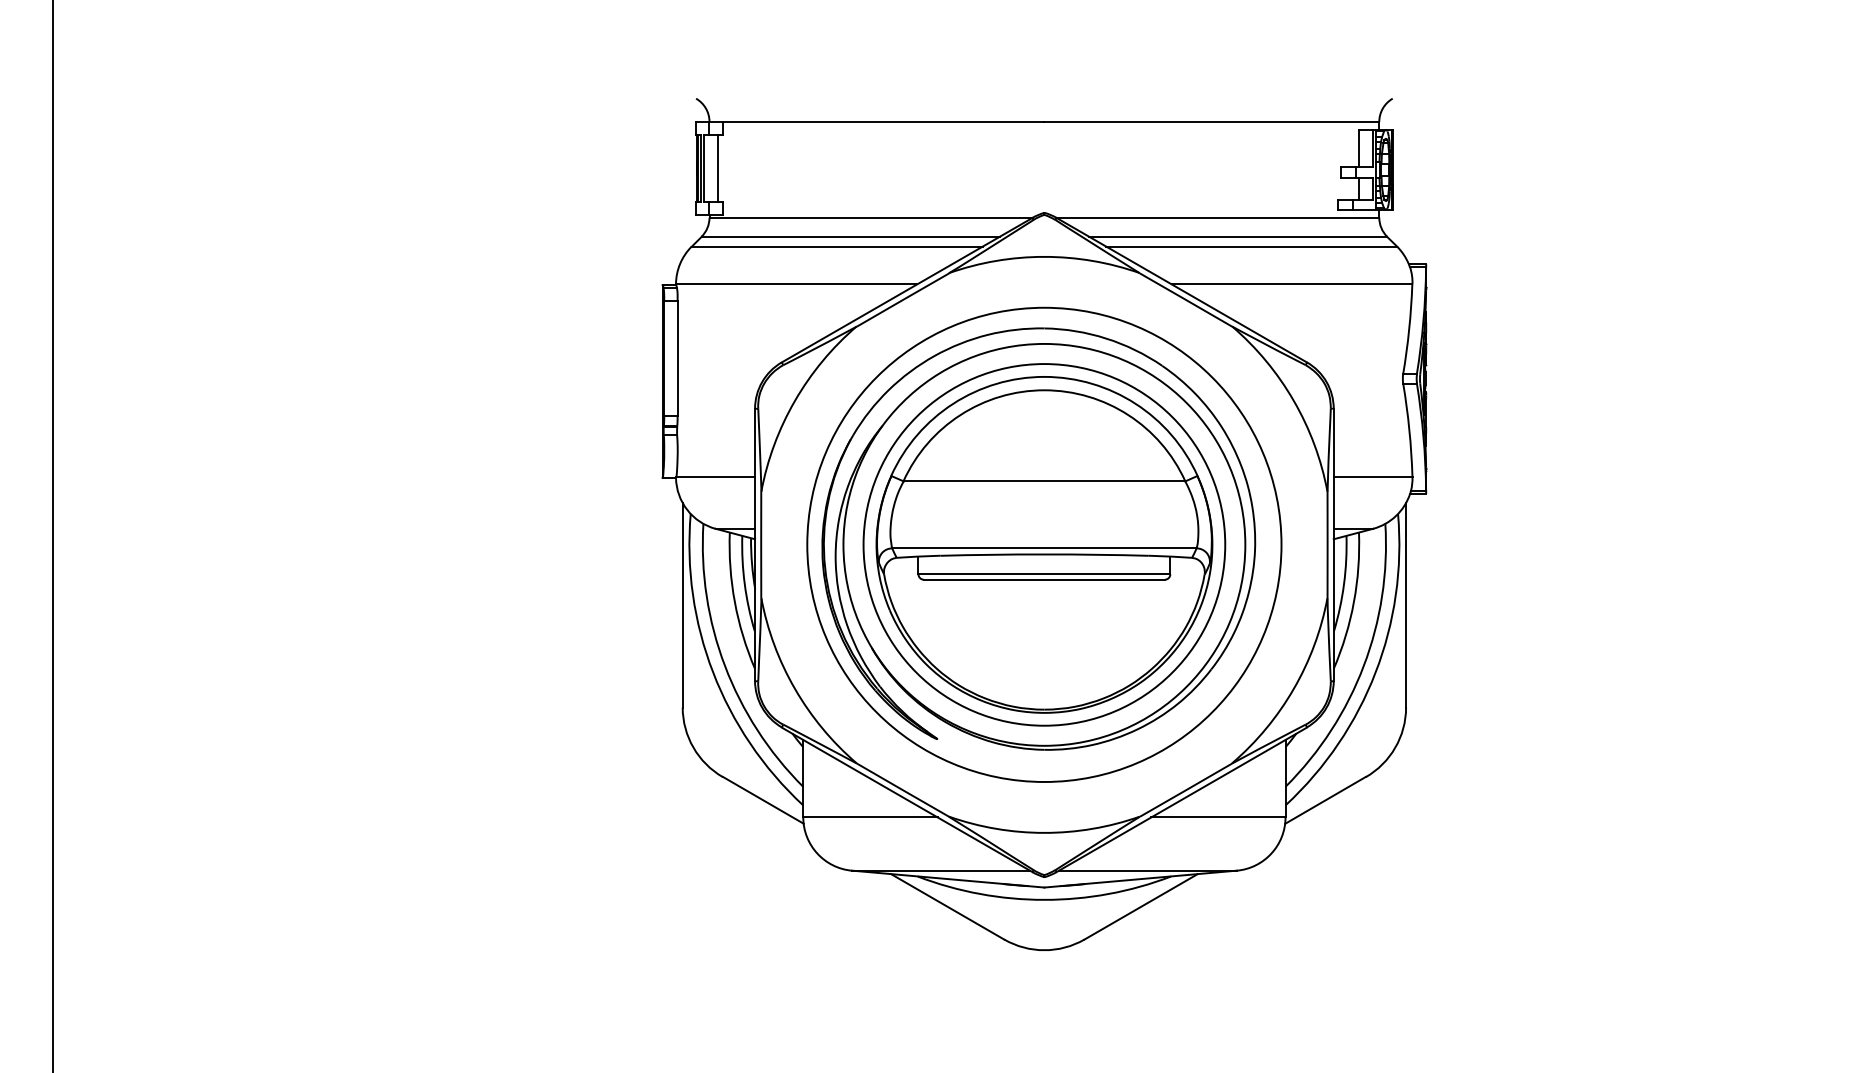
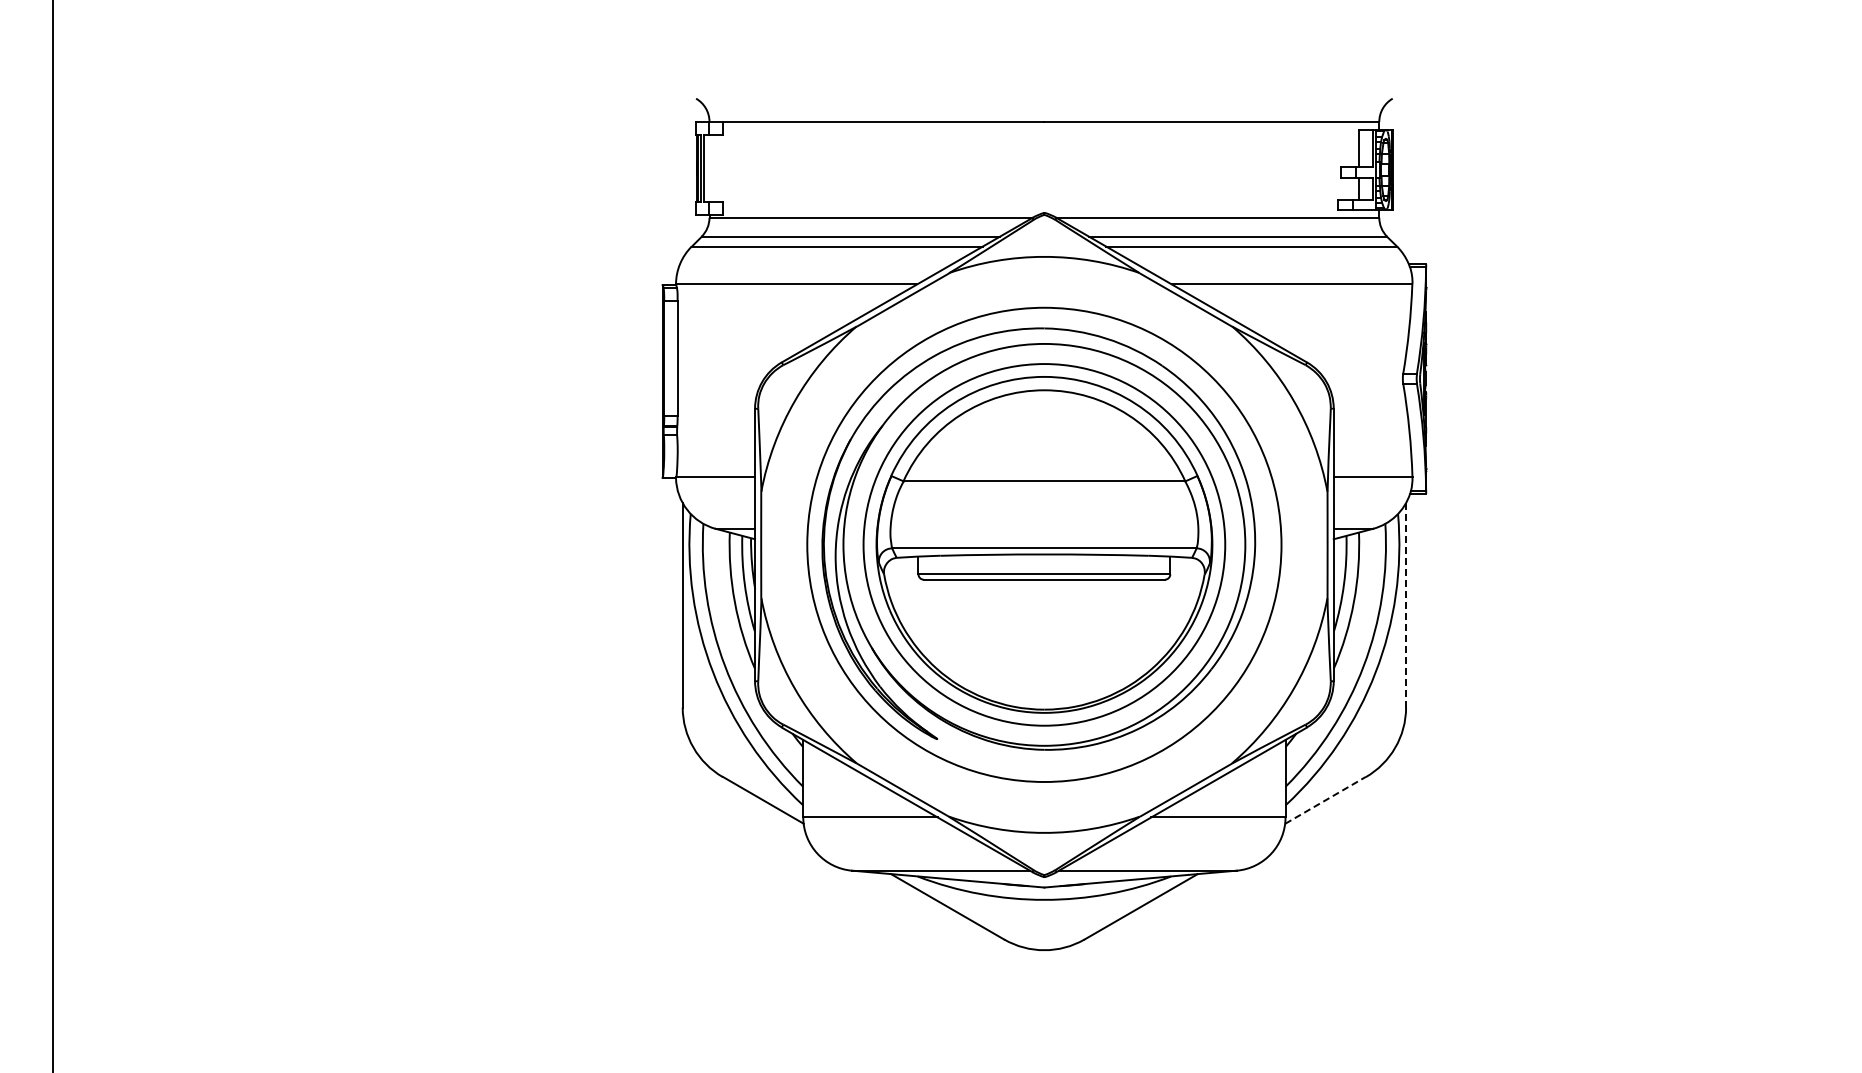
line at (717, 167): present -> none
line at (1406, 604): solid -> dashed
line at (1325, 800): solid -> dashed
